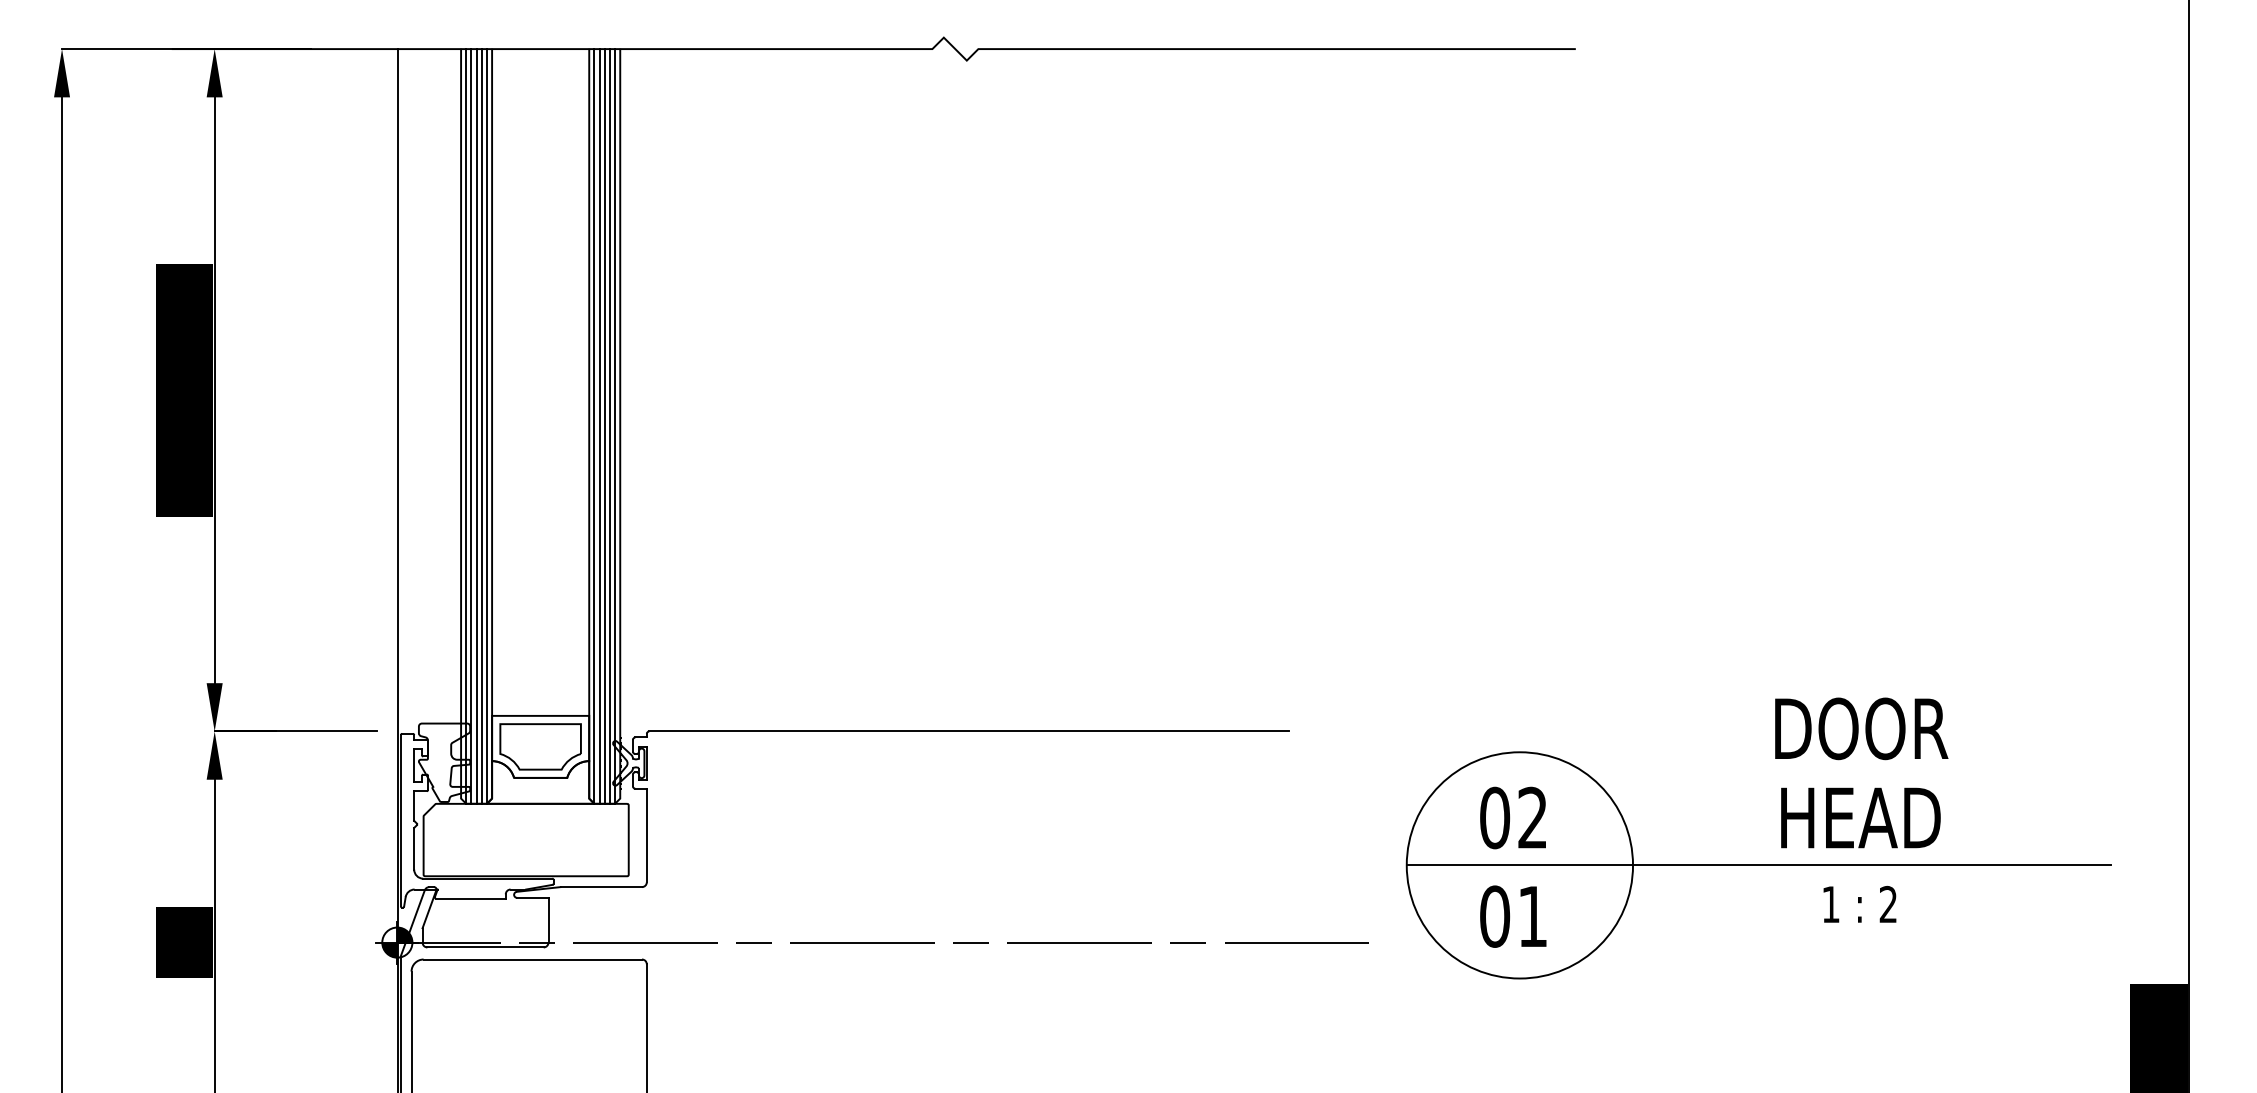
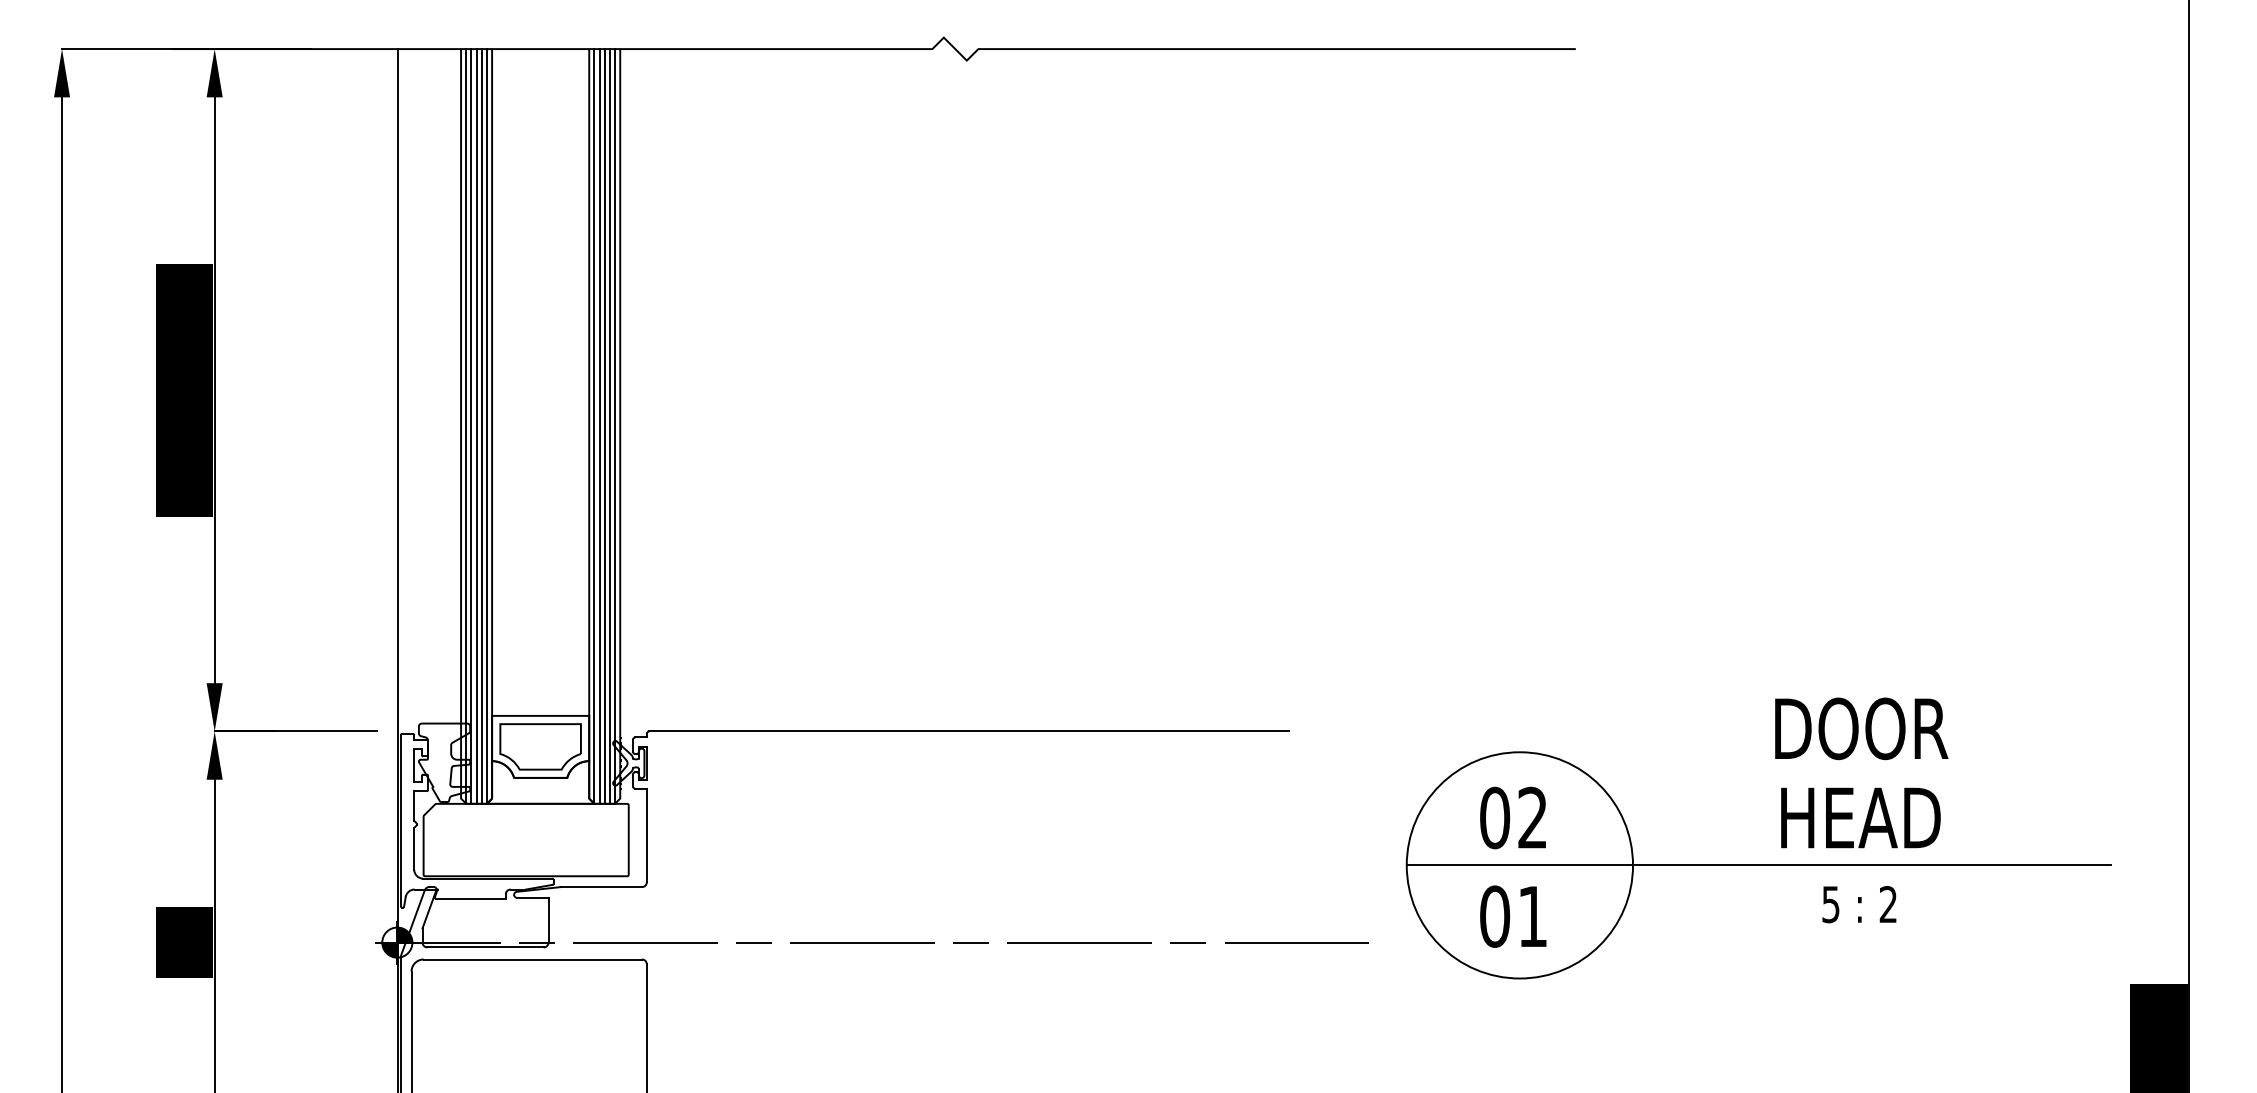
text at (1830, 904): 1 -> 5
